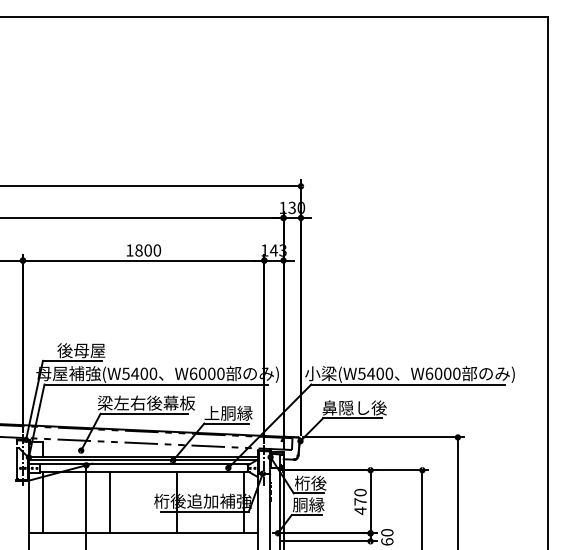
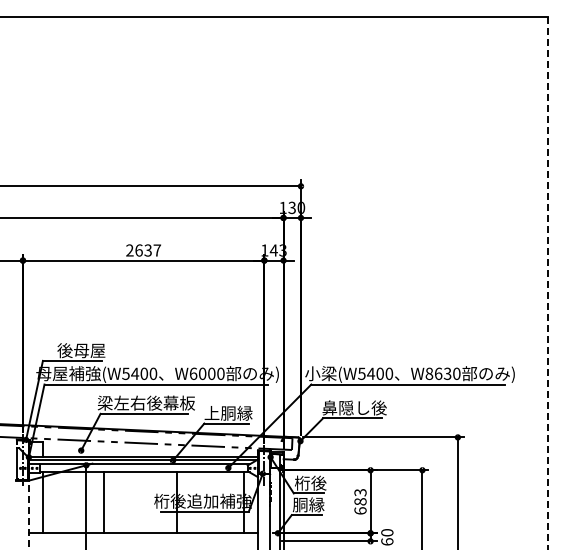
text at (143, 250): 1800 -> 2637
line at (548, 283): solid -> dashed
text at (438, 373): W6000 -> W8630
text at (360, 501): 470 -> 683
line at (110, 502) position: (110, 502) -> (104, 502)
line at (29, 514): solid -> dashed
